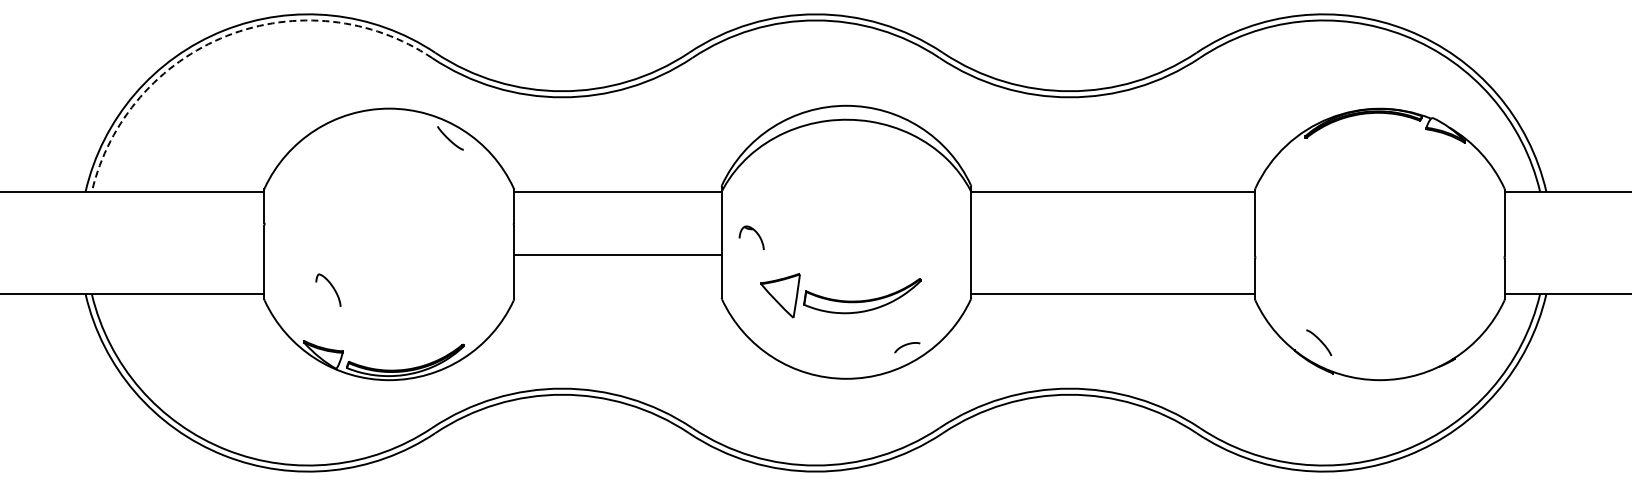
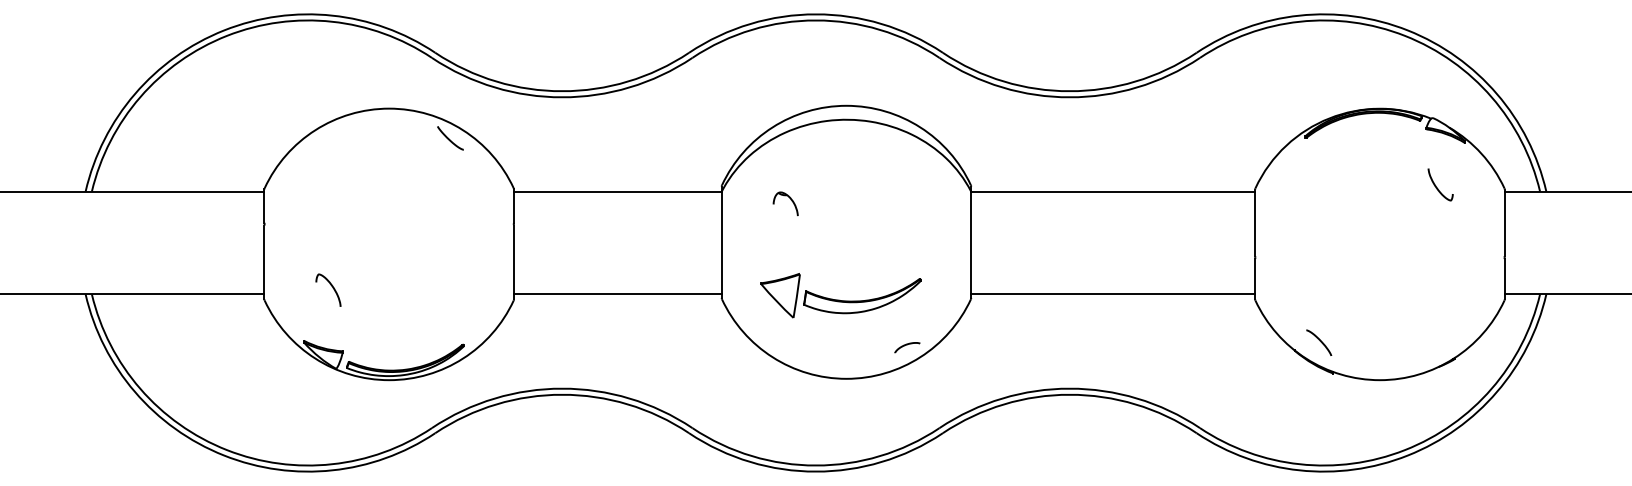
arc at (226, 35): dashed -> solid
curve at (1436, 185): none -> present
part at (757, 235) position: (757, 235) -> (791, 201)
line at (617, 255) position: (617, 255) -> (617, 294)
